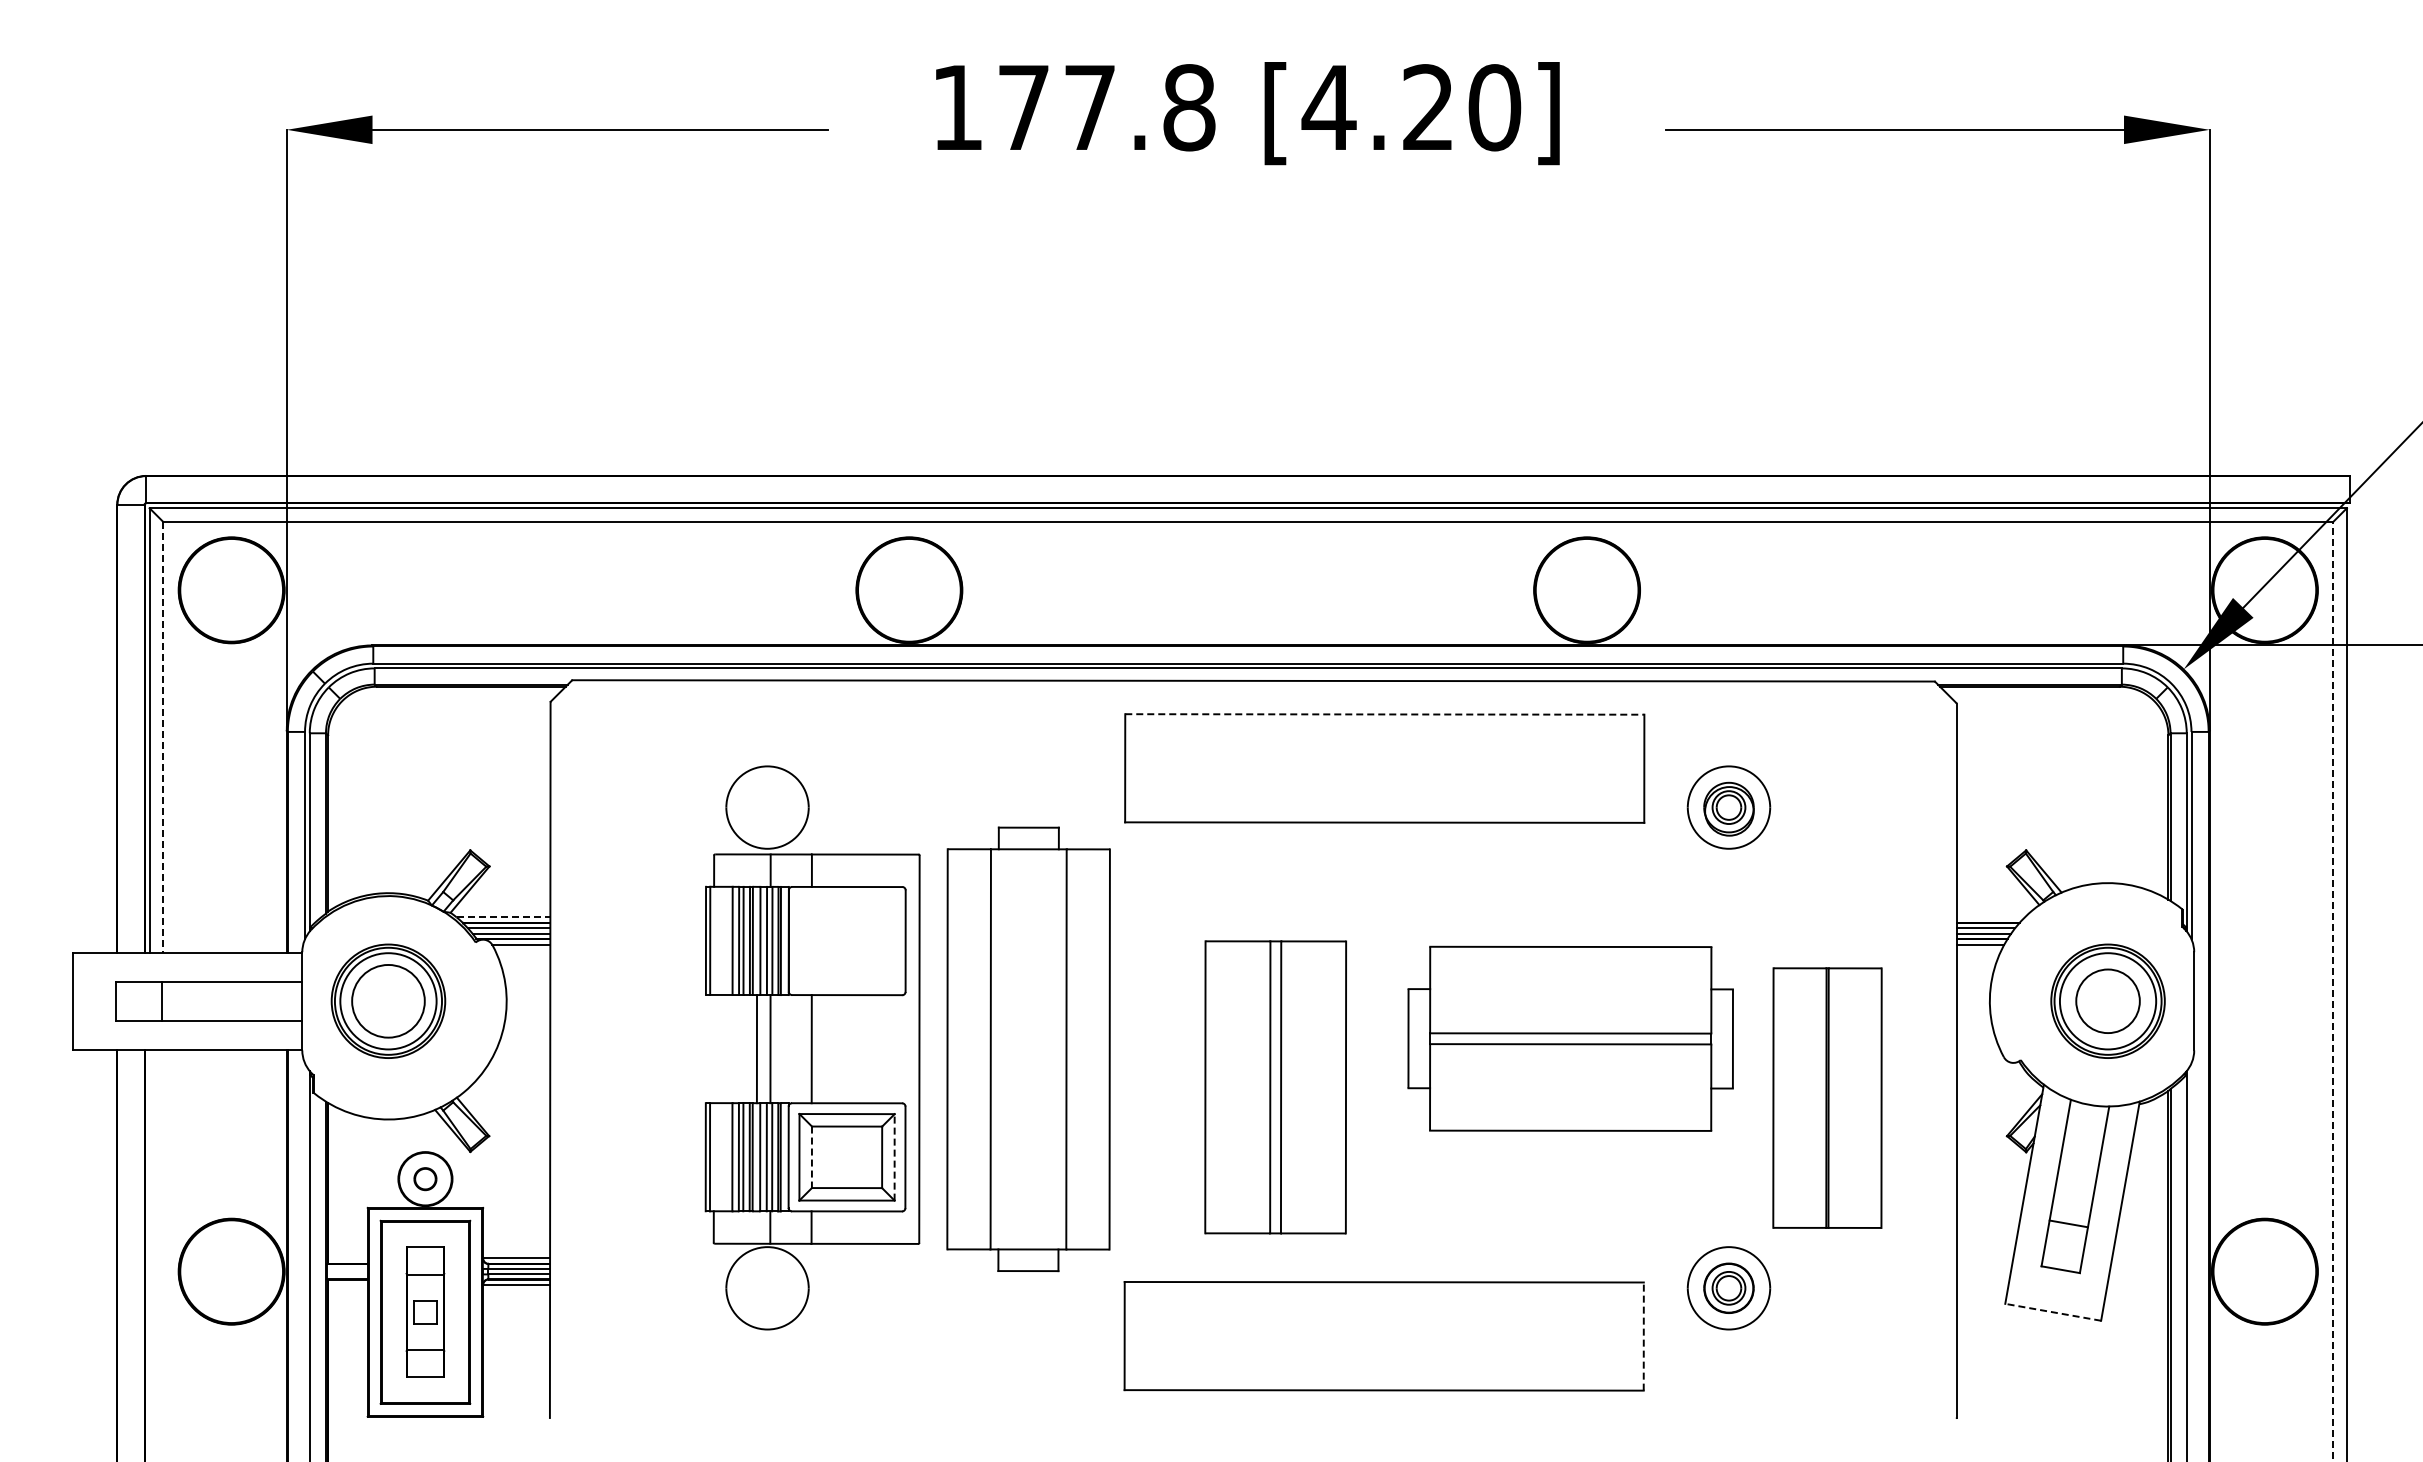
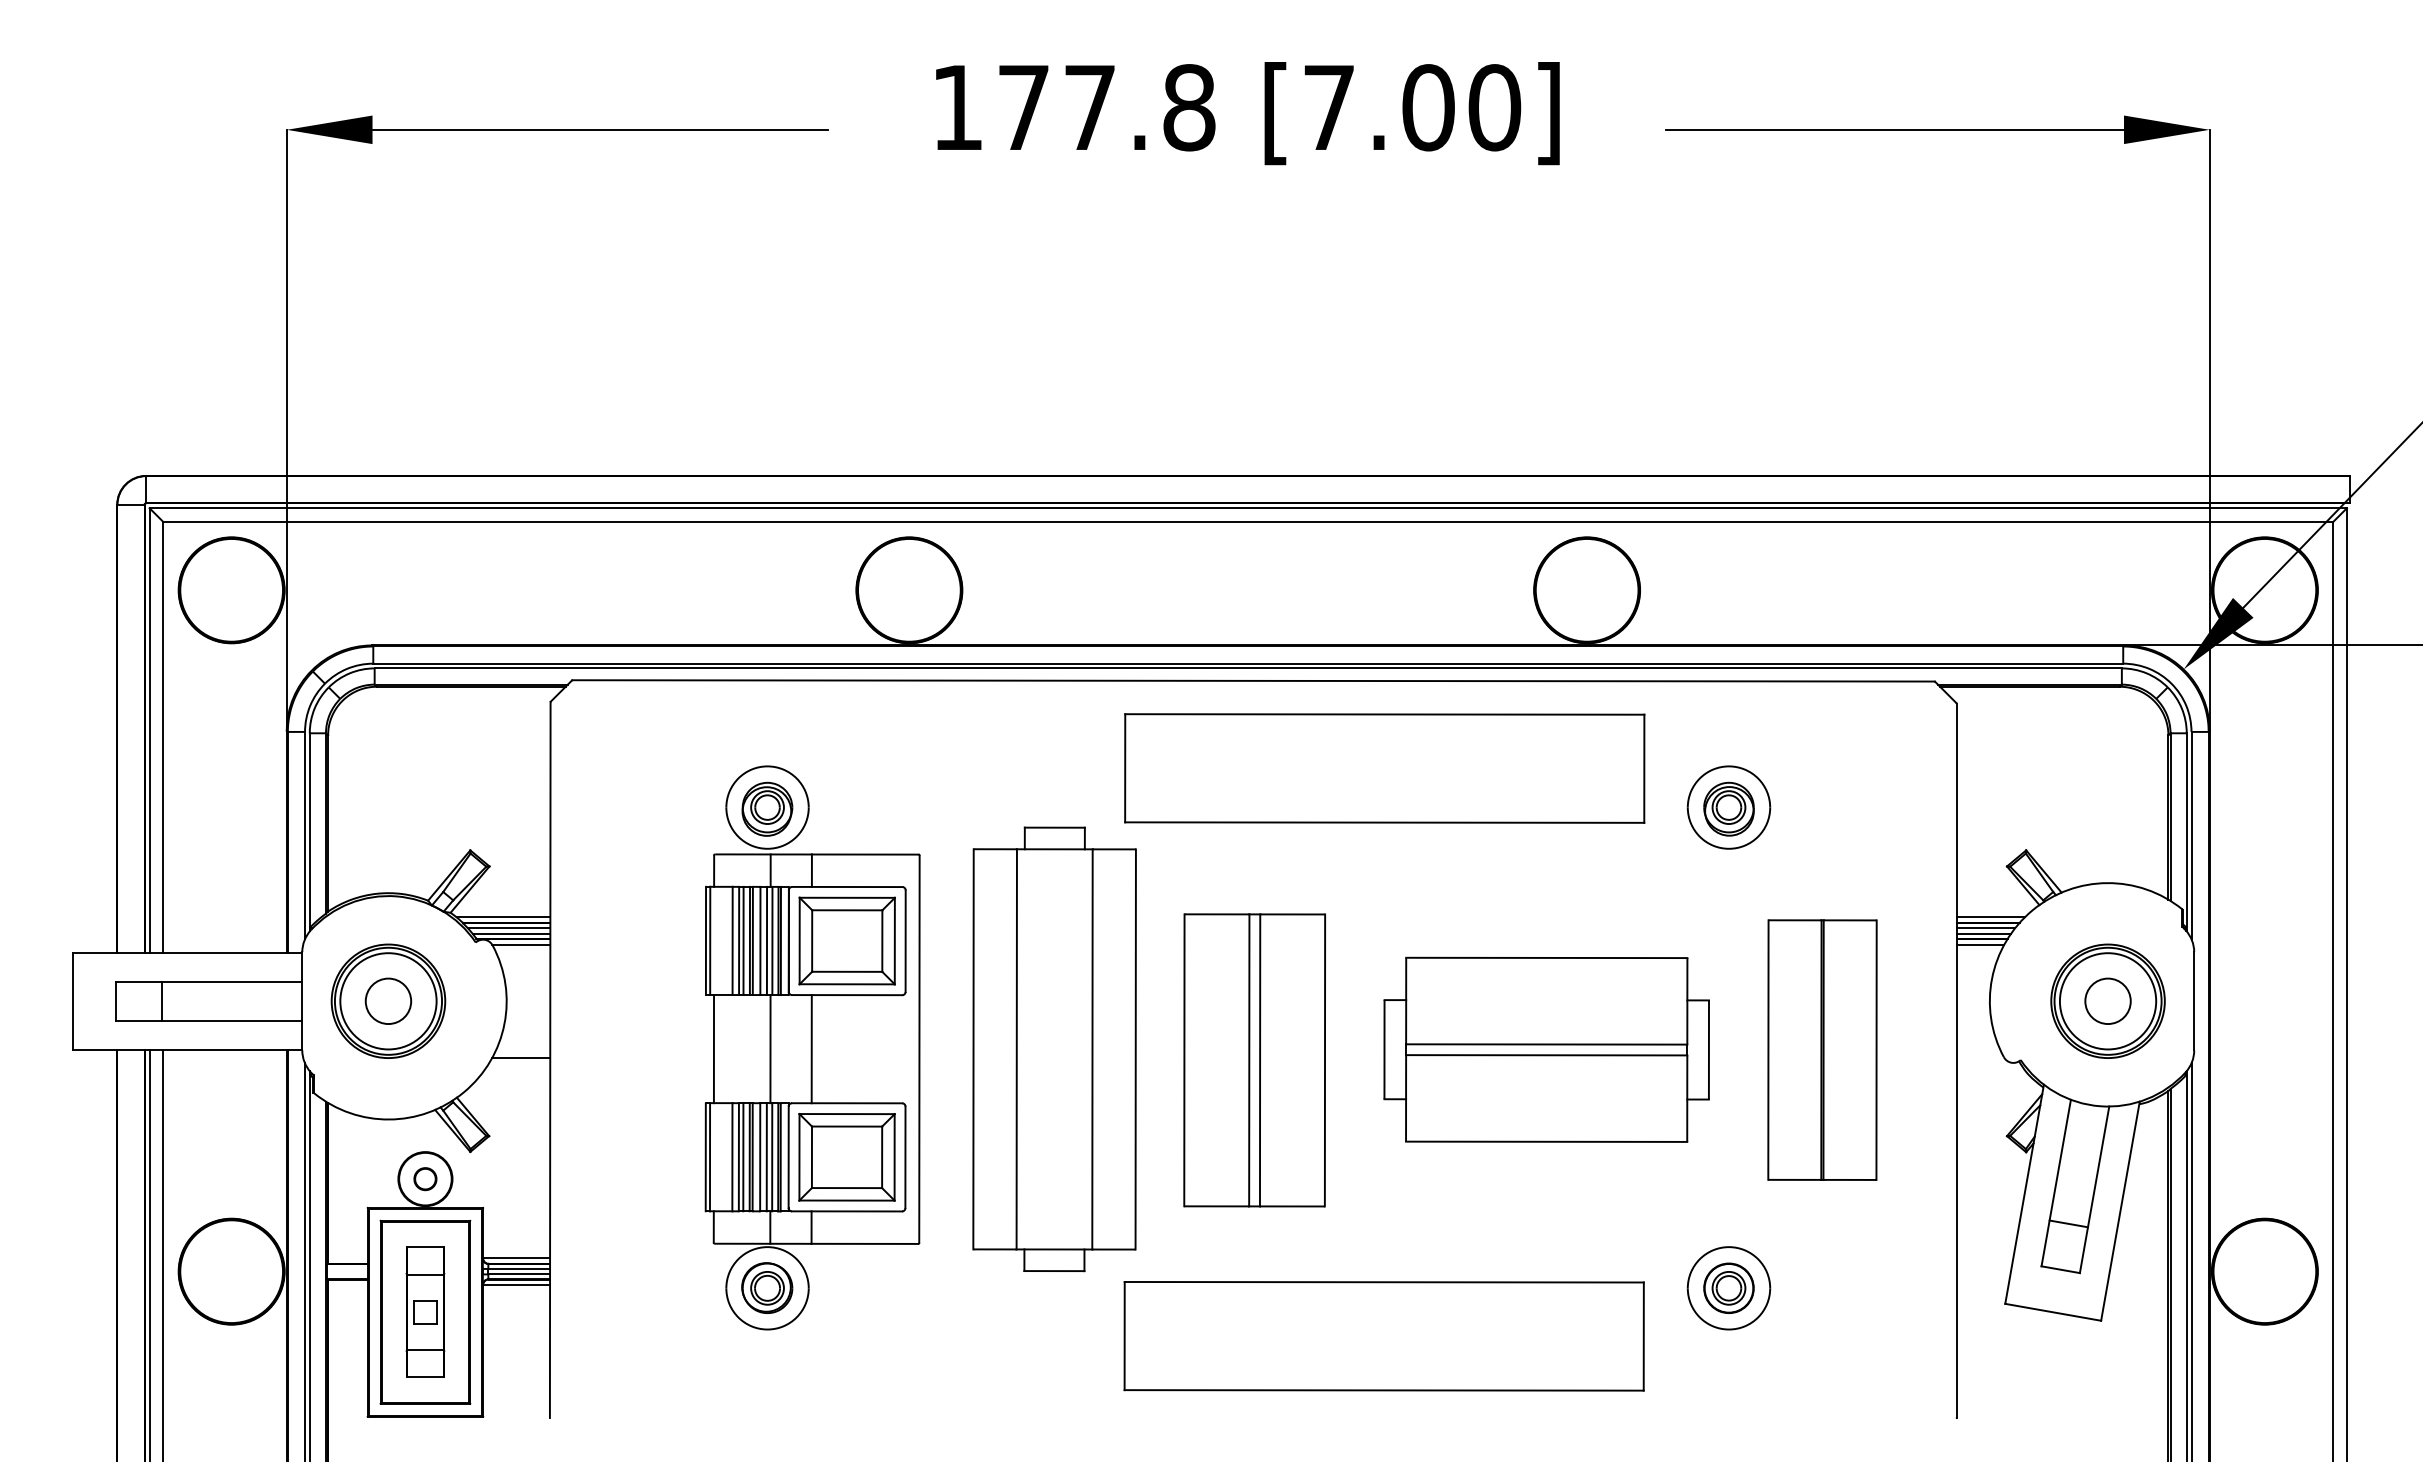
text at (1377, 107): [4.20] -> [7.00]
line at (1384, 714): dashed -> solid
line at (163, 737): dashed -> solid
part at (767, 808): none -> present
line at (503, 917): dashed -> solid
line at (1990, 917): none -> present
part at (846, 940): none -> present
line at (2333, 991): dashed -> solid
circle at (388, 1000) diameter: 73 px -> 45 px
circle at (2107, 1001) diameter: 64 px -> 45 px
part at (1570, 1038) position: (1570, 1038) -> (1546, 1049)
line at (756, 1049) position: (756, 1049) -> (713, 1049)
part at (1028, 1049) position: (1028, 1049) -> (1054, 1049)
line at (521, 1057): none -> present
part at (1275, 1087) position: (1275, 1087) -> (1254, 1060)
part at (1827, 1097) position: (1827, 1097) -> (1822, 1049)
line at (894, 1156): dashed -> solid
line at (811, 1157): dashed -> solid
line at (149, 1253): none -> present
line at (163, 1253): none -> present
line at (305, 1260): none -> present
line at (2191, 1260): none -> present
part at (767, 1287): none -> present
line at (2053, 1312): dashed -> solid
line at (1643, 1336): dashed -> solid
